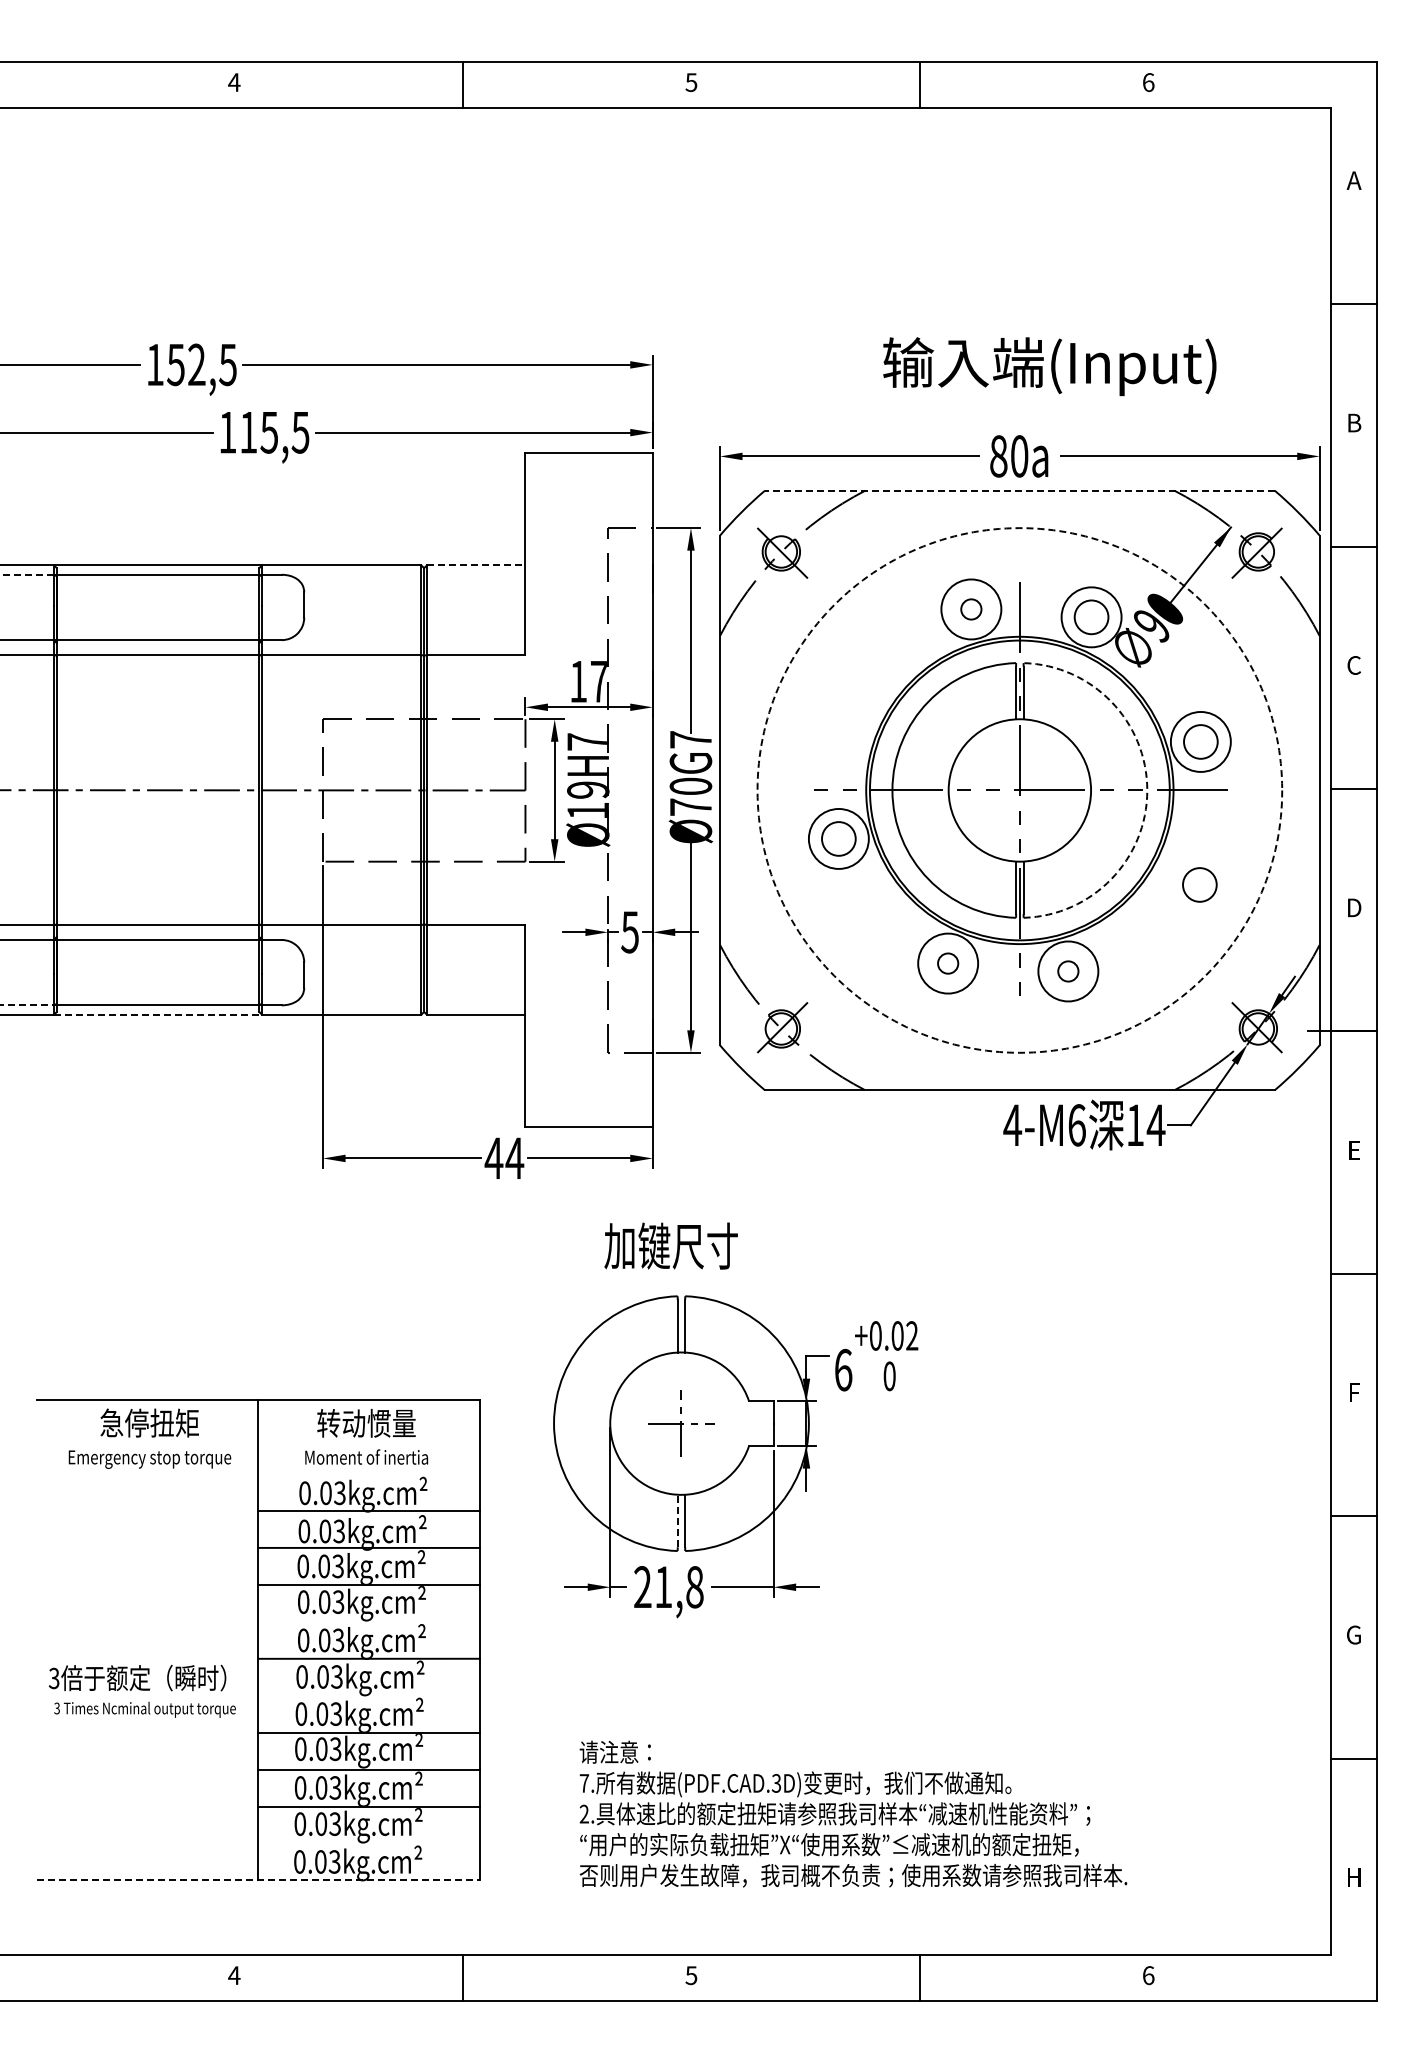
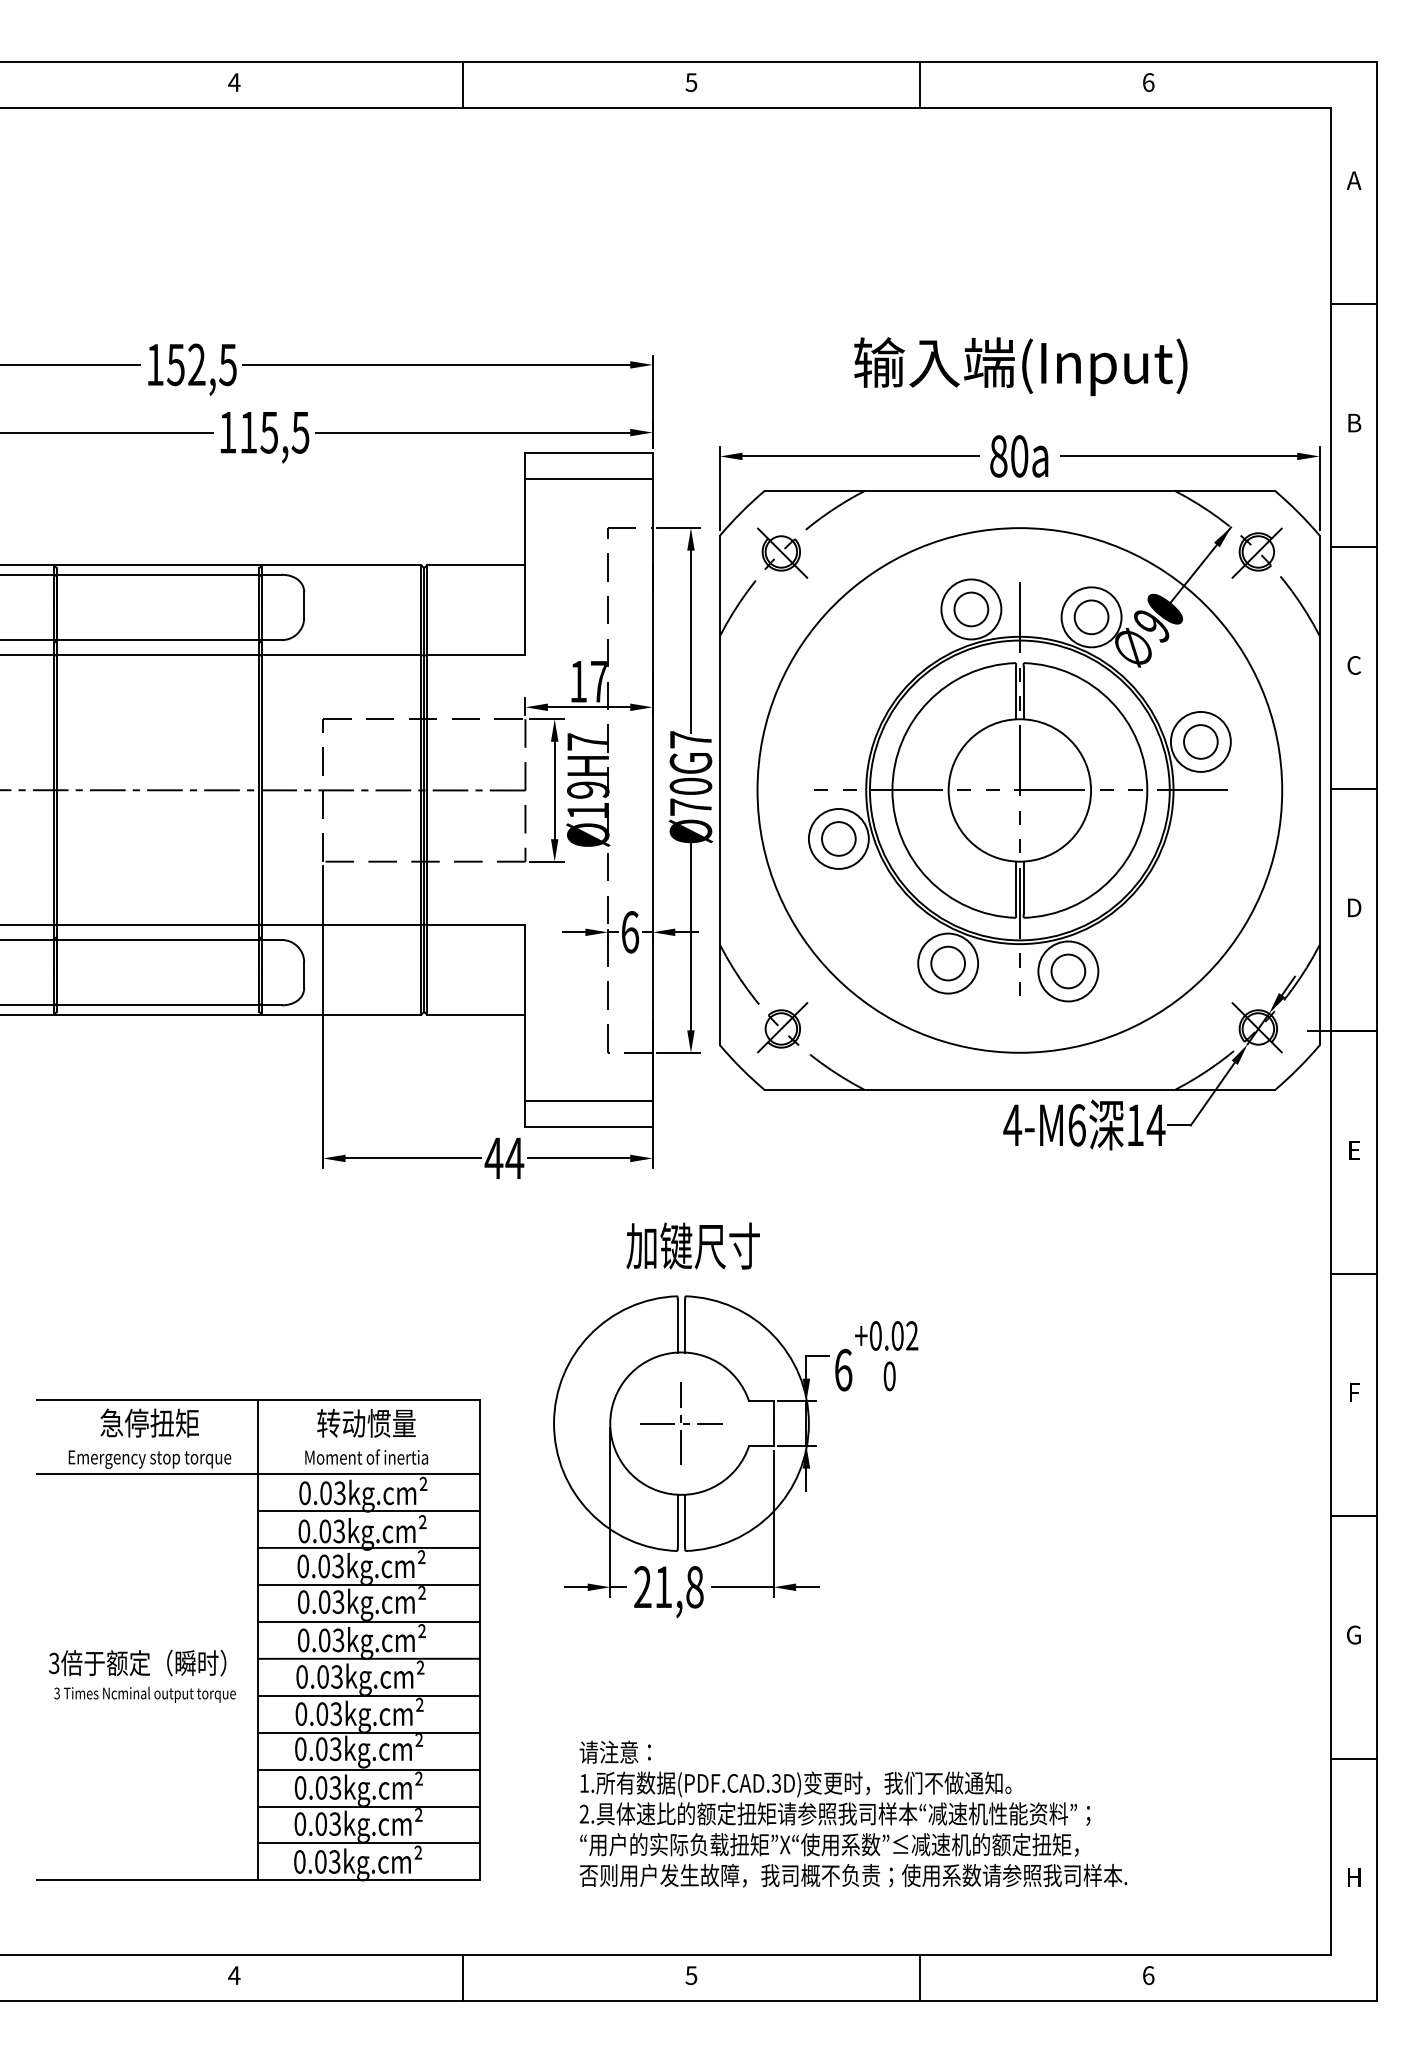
text at (1049, 366) position: (1049, 366) -> (1020, 366)
line at (588, 479): none -> present
line at (1019, 490): dashed -> solid
line at (476, 565): dashed -> solid
line at (26, 574): dashed -> solid
circle at (971, 609) diameter: 20 px -> 34 px
circle at (1019, 790): dashed -> solid
arc at (1147, 790): dashed -> solid
circle at (1199, 884): present -> none
text at (630, 932): 5 -> 6
circle at (948, 963) diameter: 20 px -> 34 px
circle at (1068, 971) diameter: 20 px -> 34 px
line at (27, 1005): dashed -> solid
line at (158, 1014): dashed -> solid
line at (588, 1100): none -> present
text at (670, 1245) position: (670, 1245) -> (692, 1245)
part at (681, 1423) size: 67x67 px -> 83x83 px
line at (258, 1474): none -> present
line at (677, 1520): dashed -> solid
line at (369, 1621): none -> present
text at (142, 1690) position: (142, 1690) -> (142, 1675)
line at (369, 1695): none -> present
text at (584, 1783): 7. -> 1.
line at (369, 1843): none -> present
line at (258, 1880): dashed -> solid
